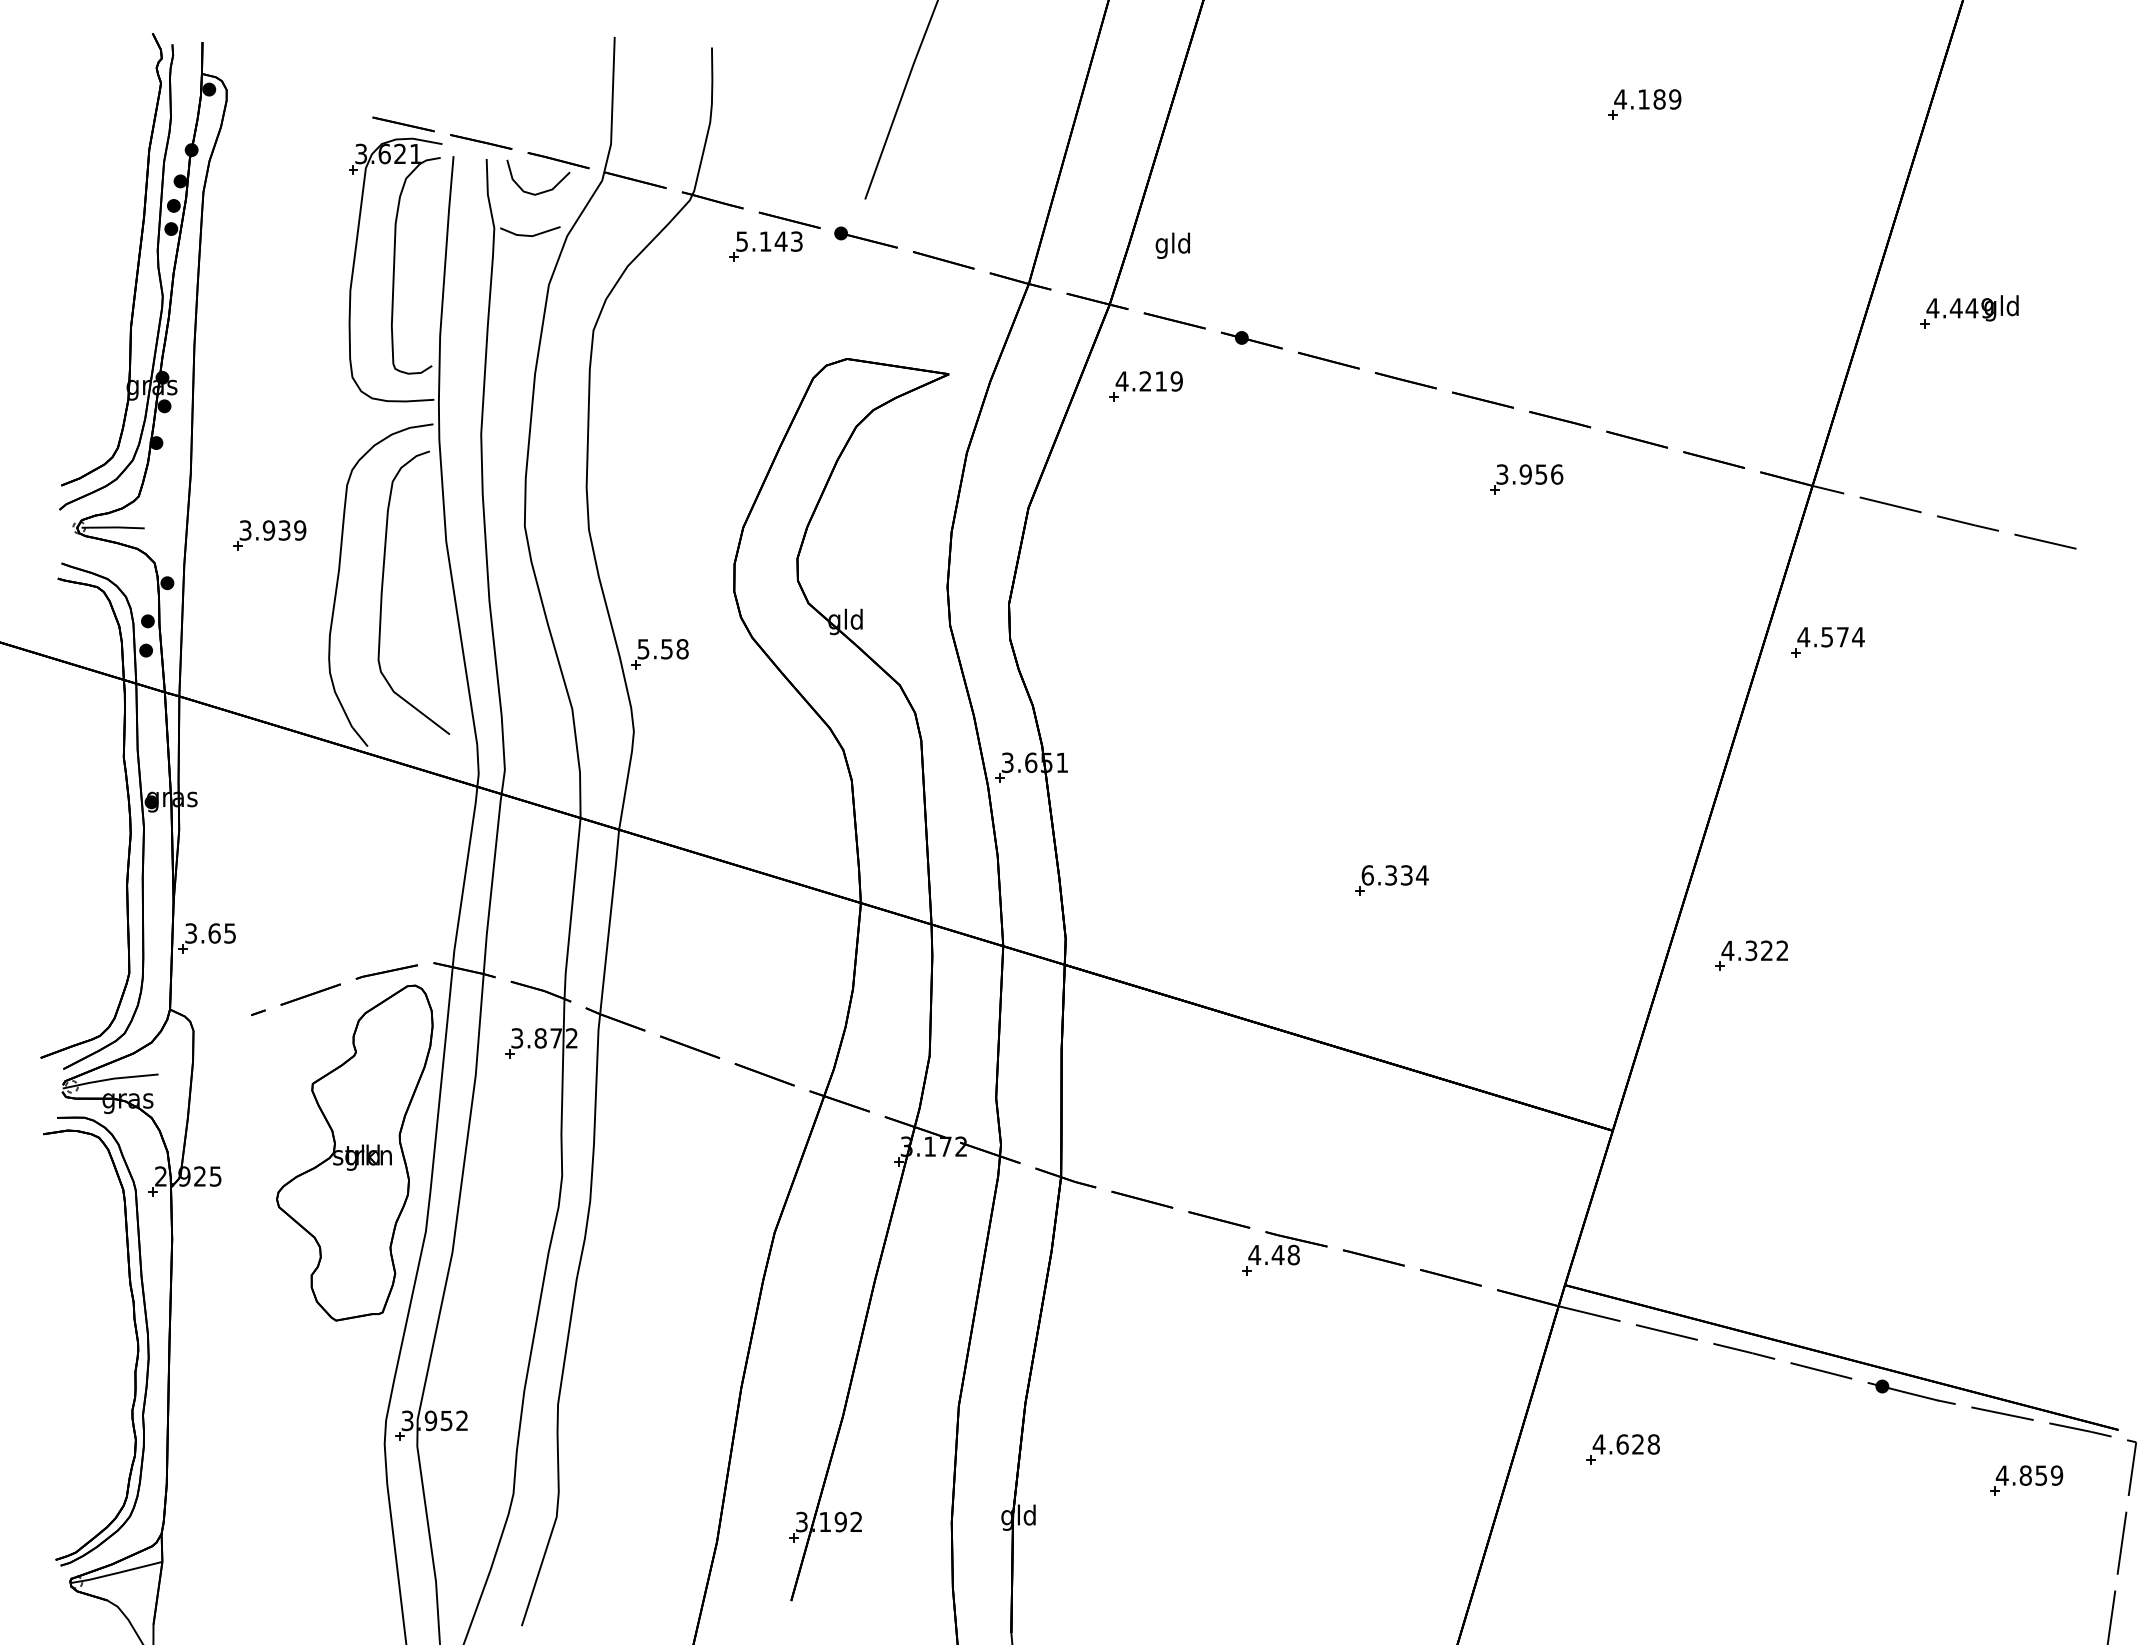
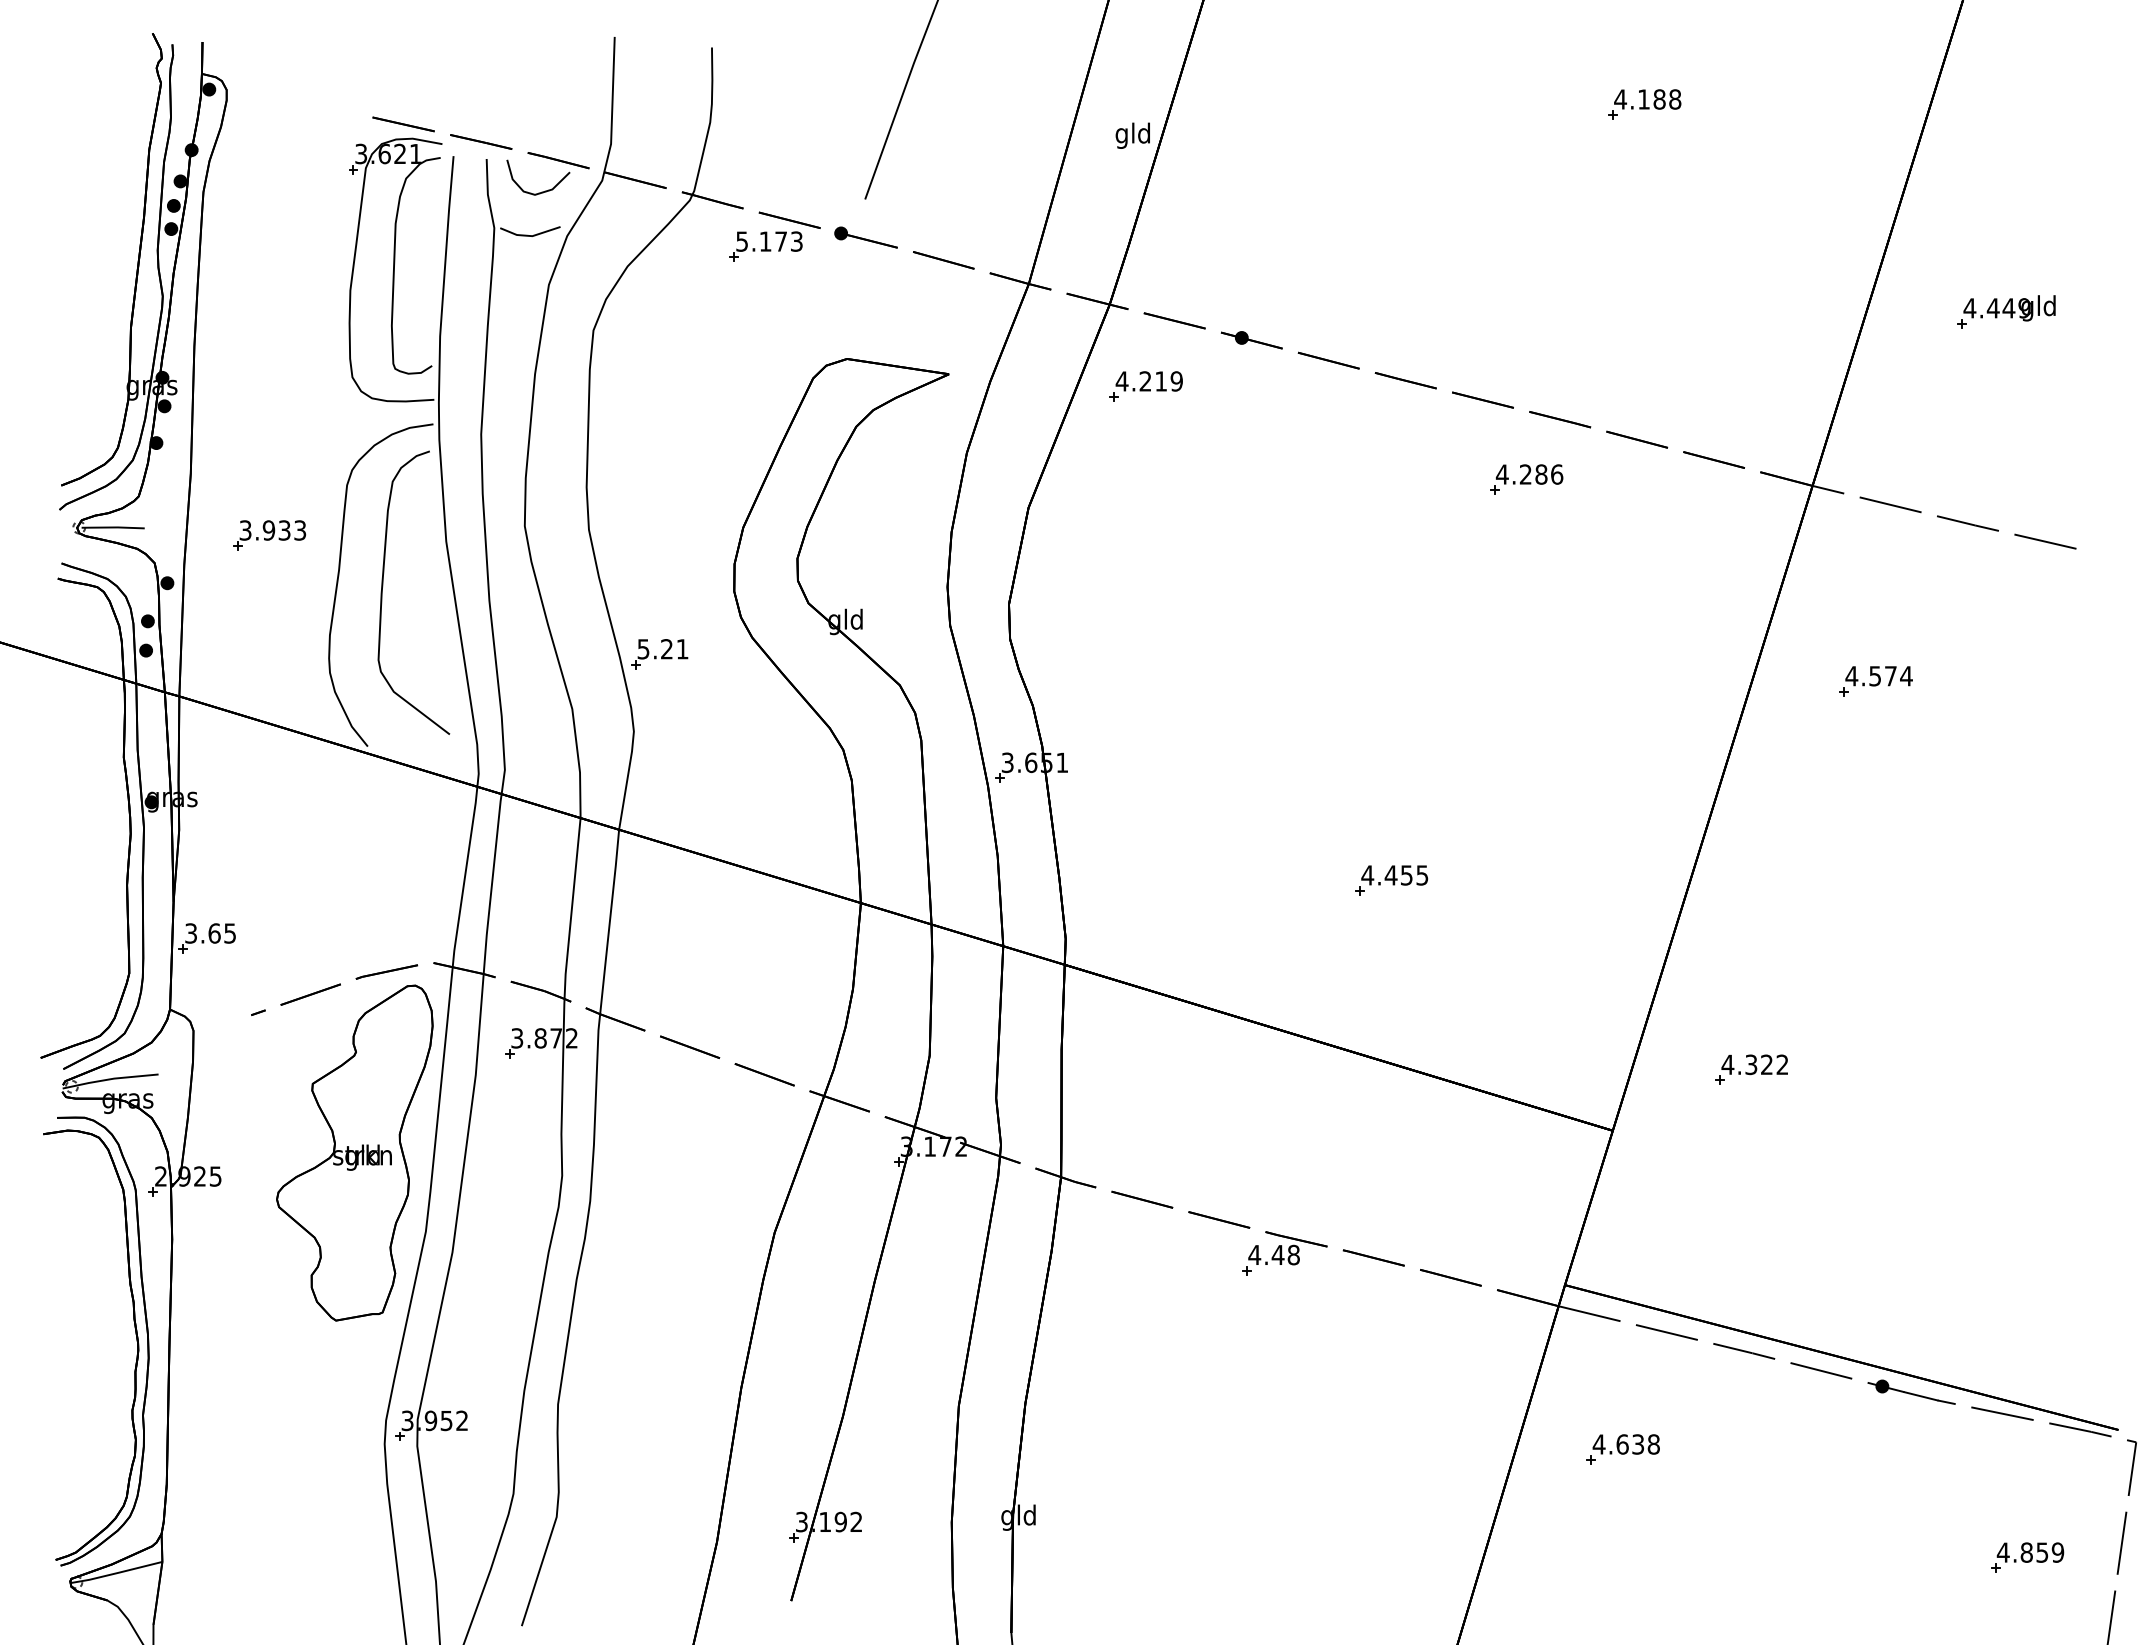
text at (1675, 99): 4.189 -> 4.188
text at (780, 241): 5.143 -> 5.173
text at (1172, 245) position: (1172, 245) -> (1132, 135)
part at (1969, 311) position: (1969, 311) -> (2006, 311)
text at (1521, 474): 3.956 -> 4.286
text at (300, 530): 3.939 -> 3.933
part at (1827, 642) position: (1827, 642) -> (1875, 681)
text at (674, 649): 5.58 -> 5.21
text at (1394, 875): 6.334 -> 4.455
part at (1751, 955) position: (1751, 955) -> (1751, 1069)
text at (1638, 1444): 4.628 -> 4.638
part at (2026, 1480) position: (2026, 1480) -> (2027, 1557)
